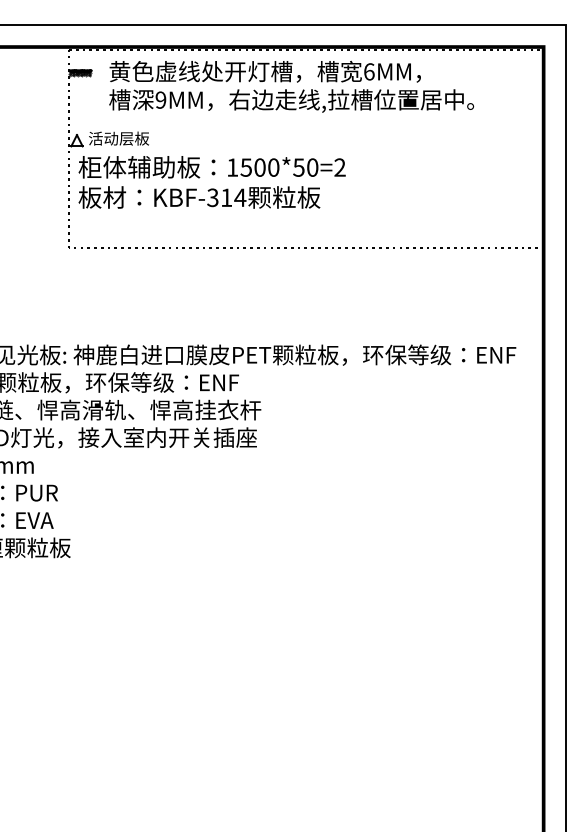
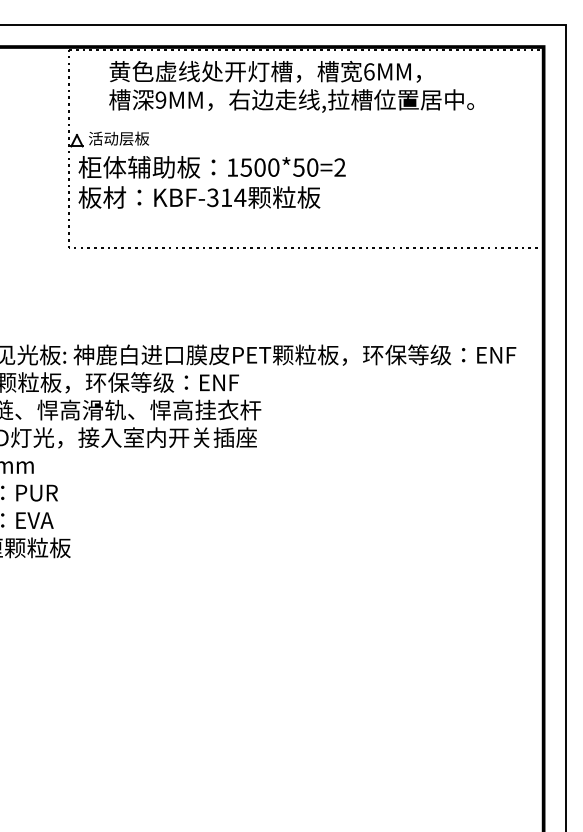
hatch at (80, 72): present -> none
